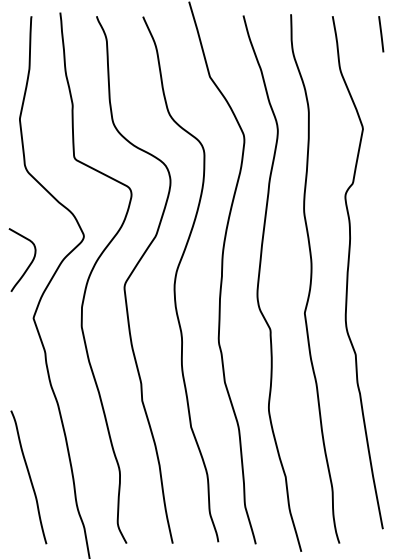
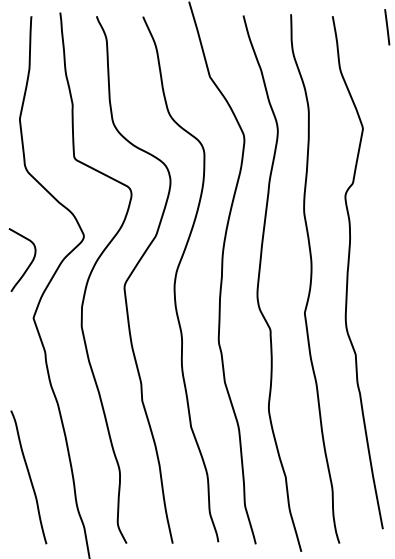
line at (381, 34) position: (381, 34) -> (387, 27)
